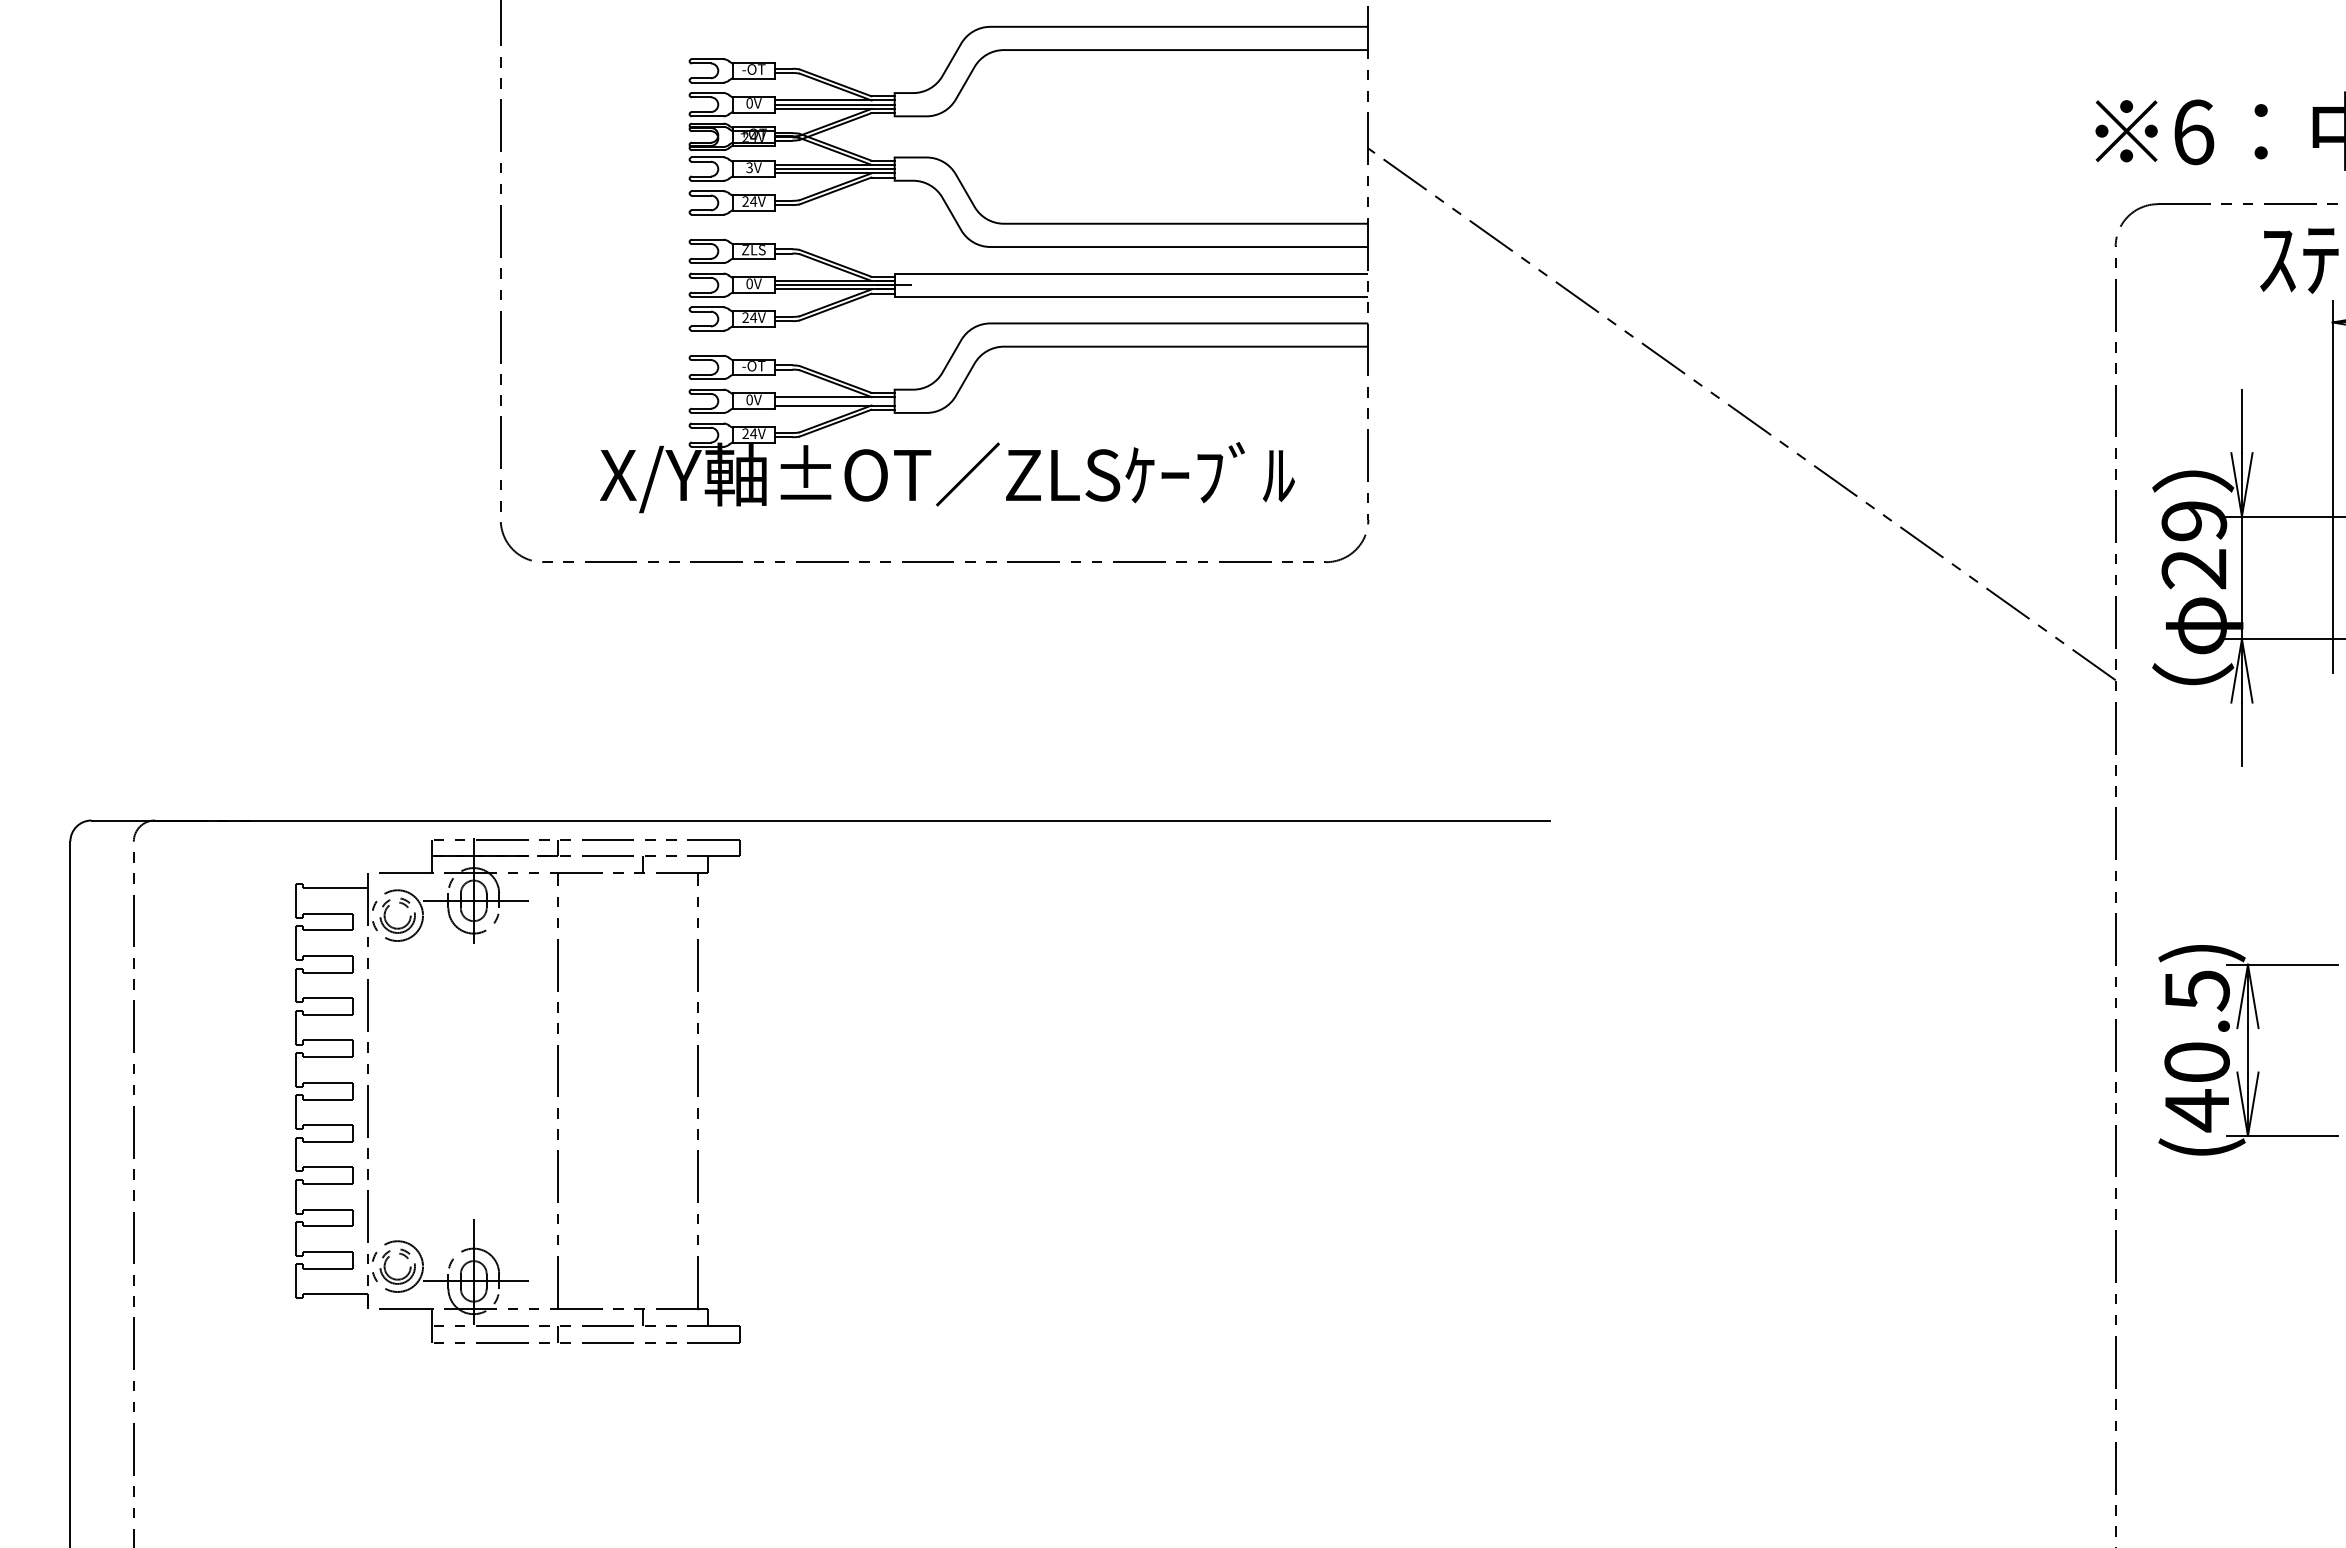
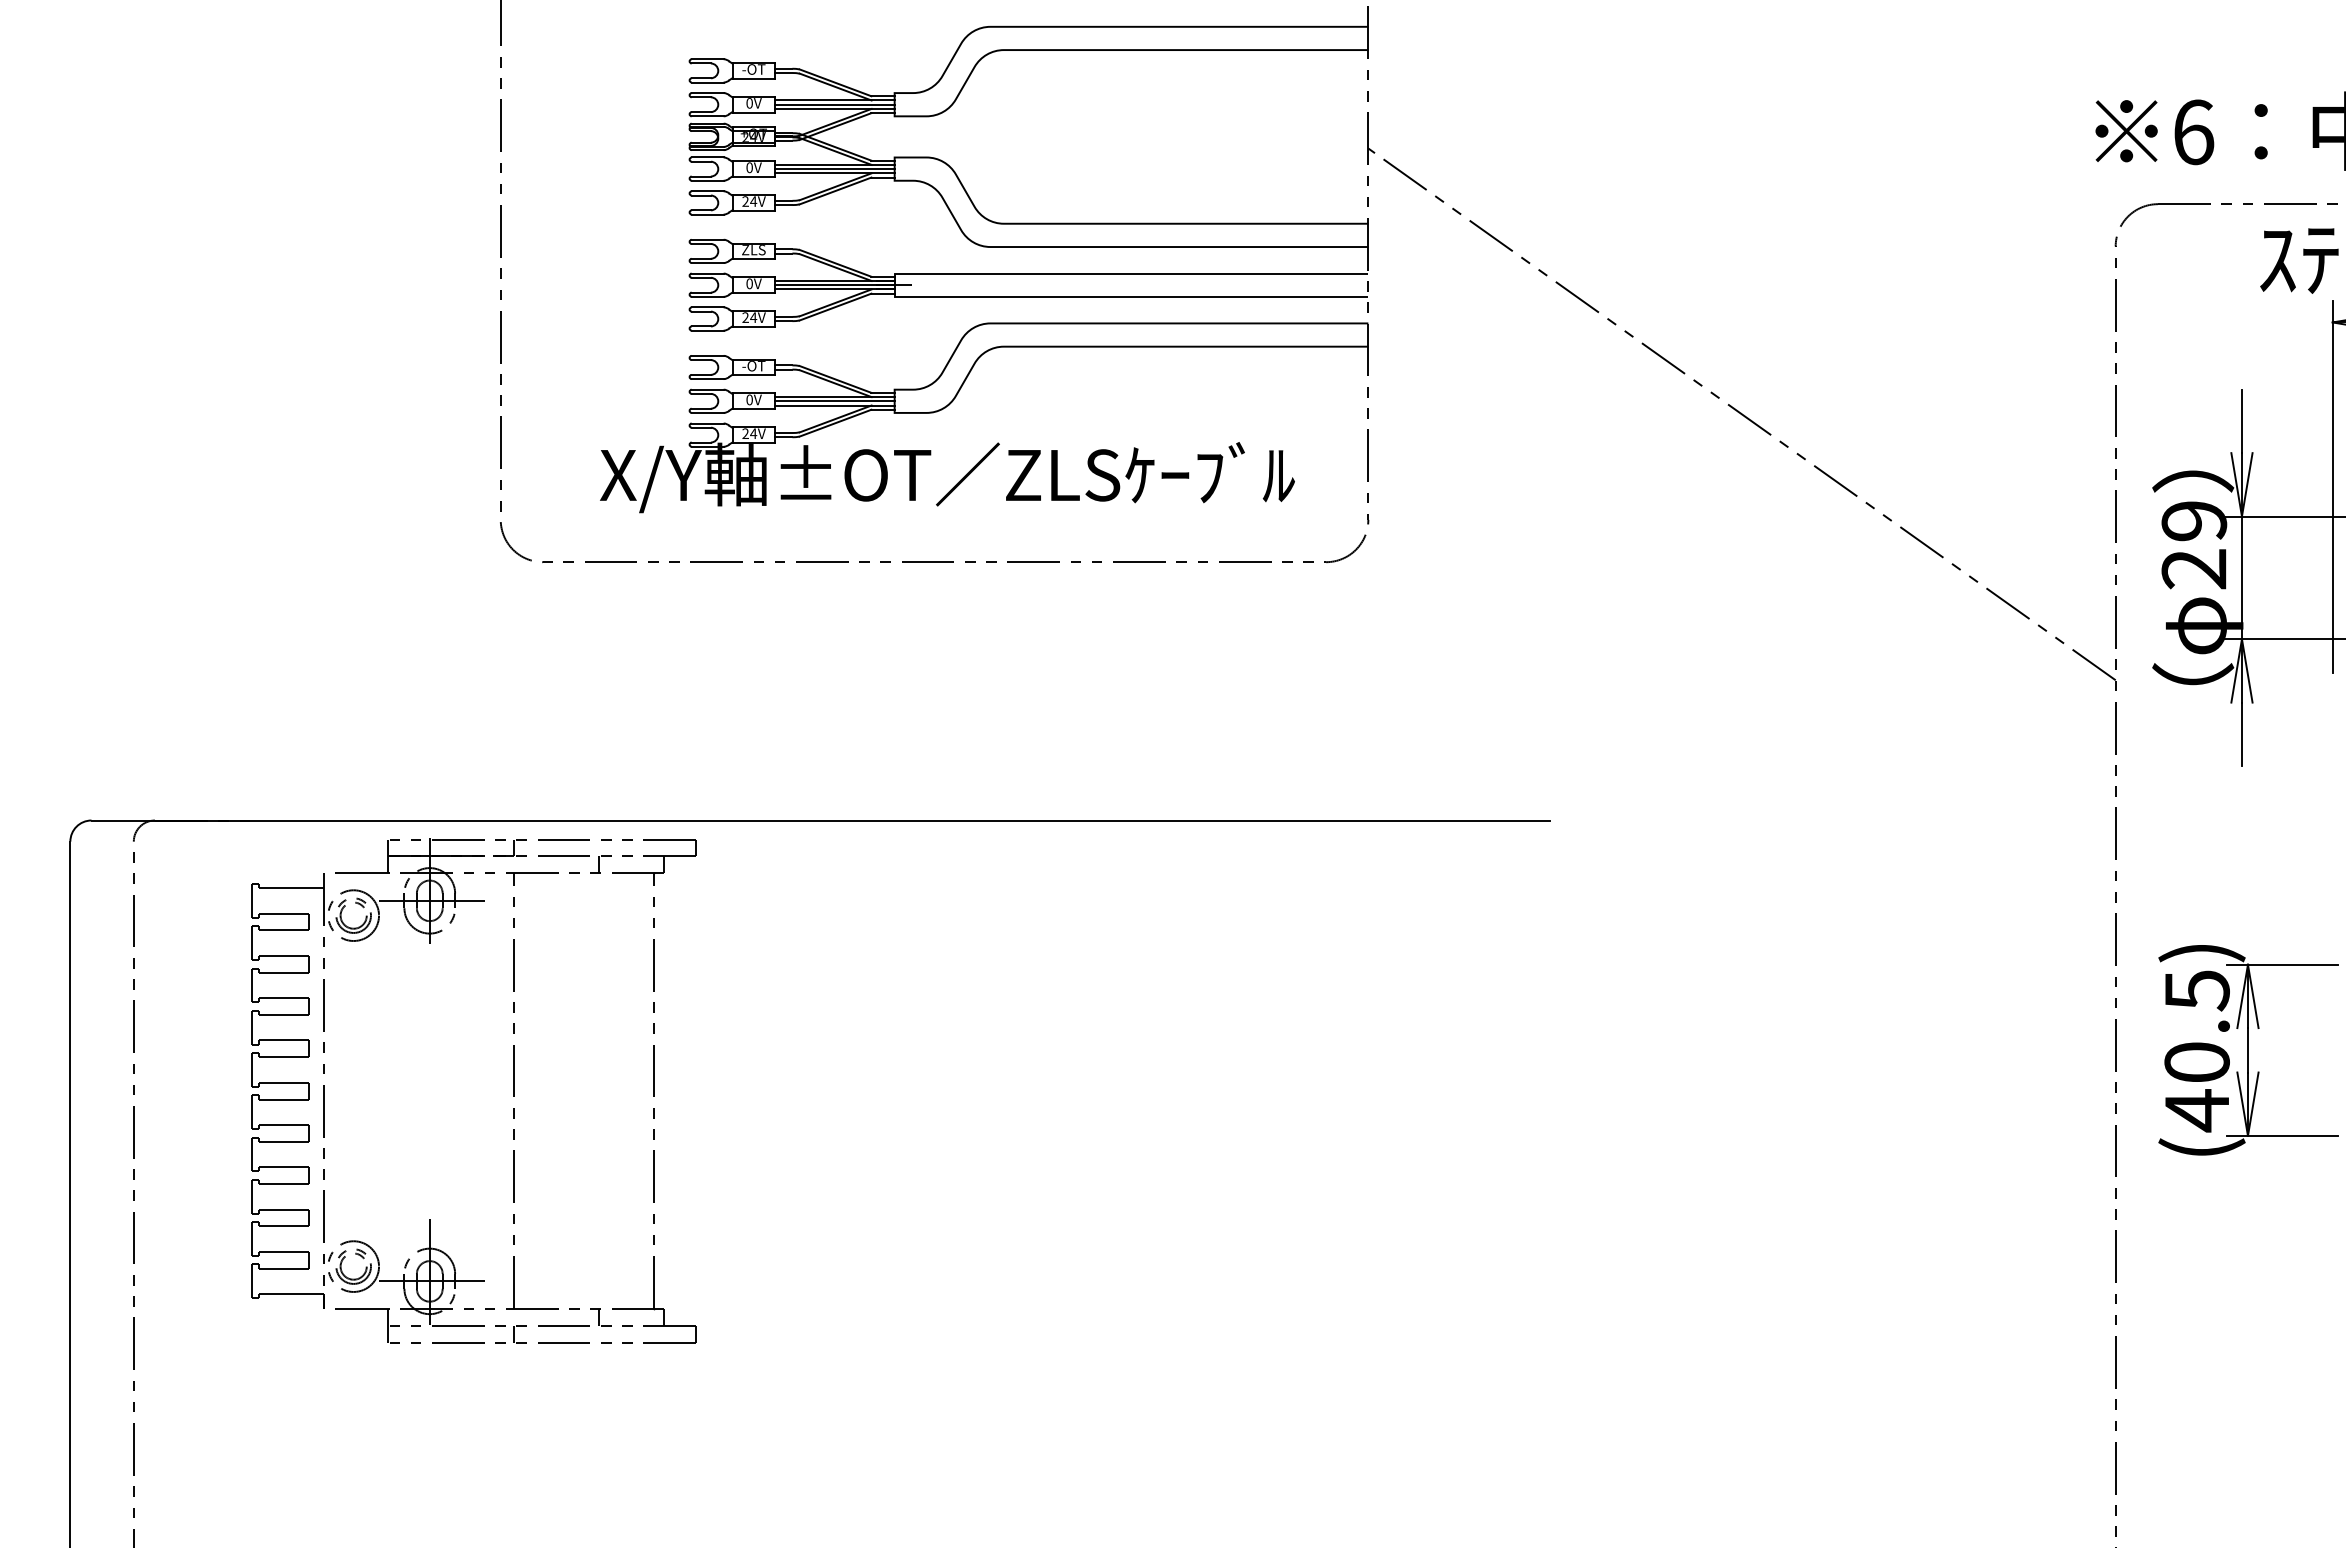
text at (749, 167): 3V -> 0V
line at (834, 401): none -> present
part at (557, 1090) position: (557, 1090) -> (513, 1090)
